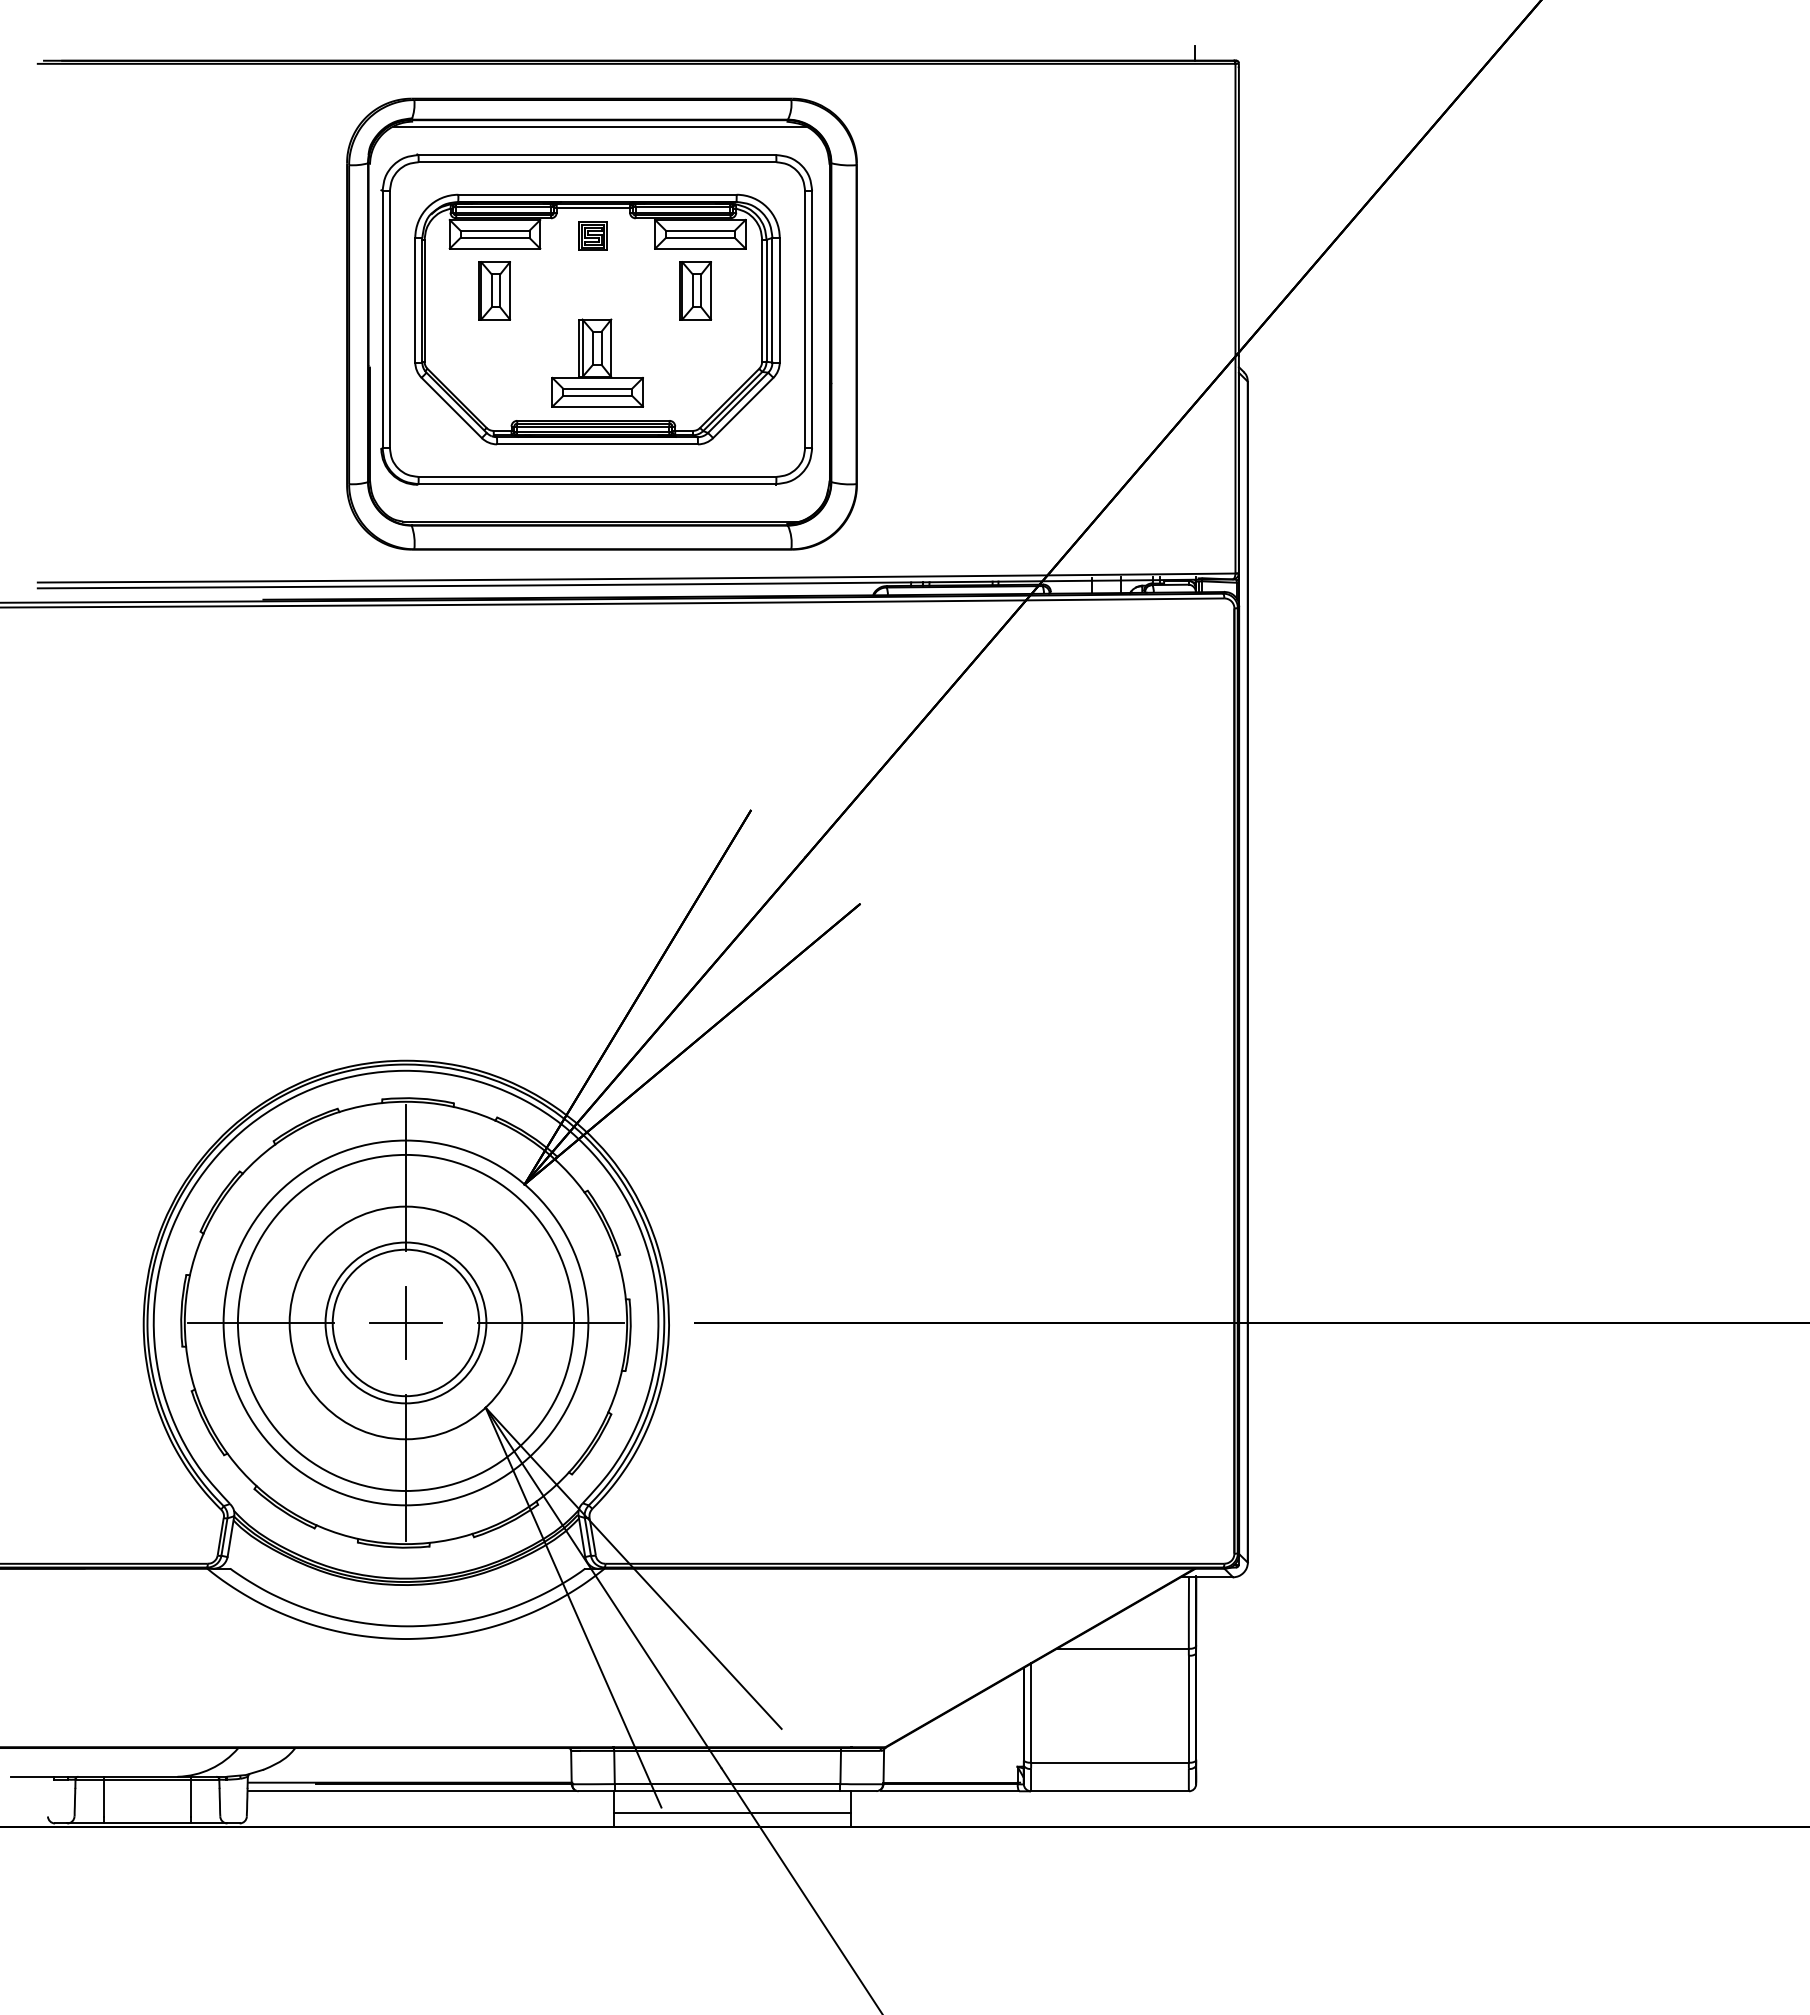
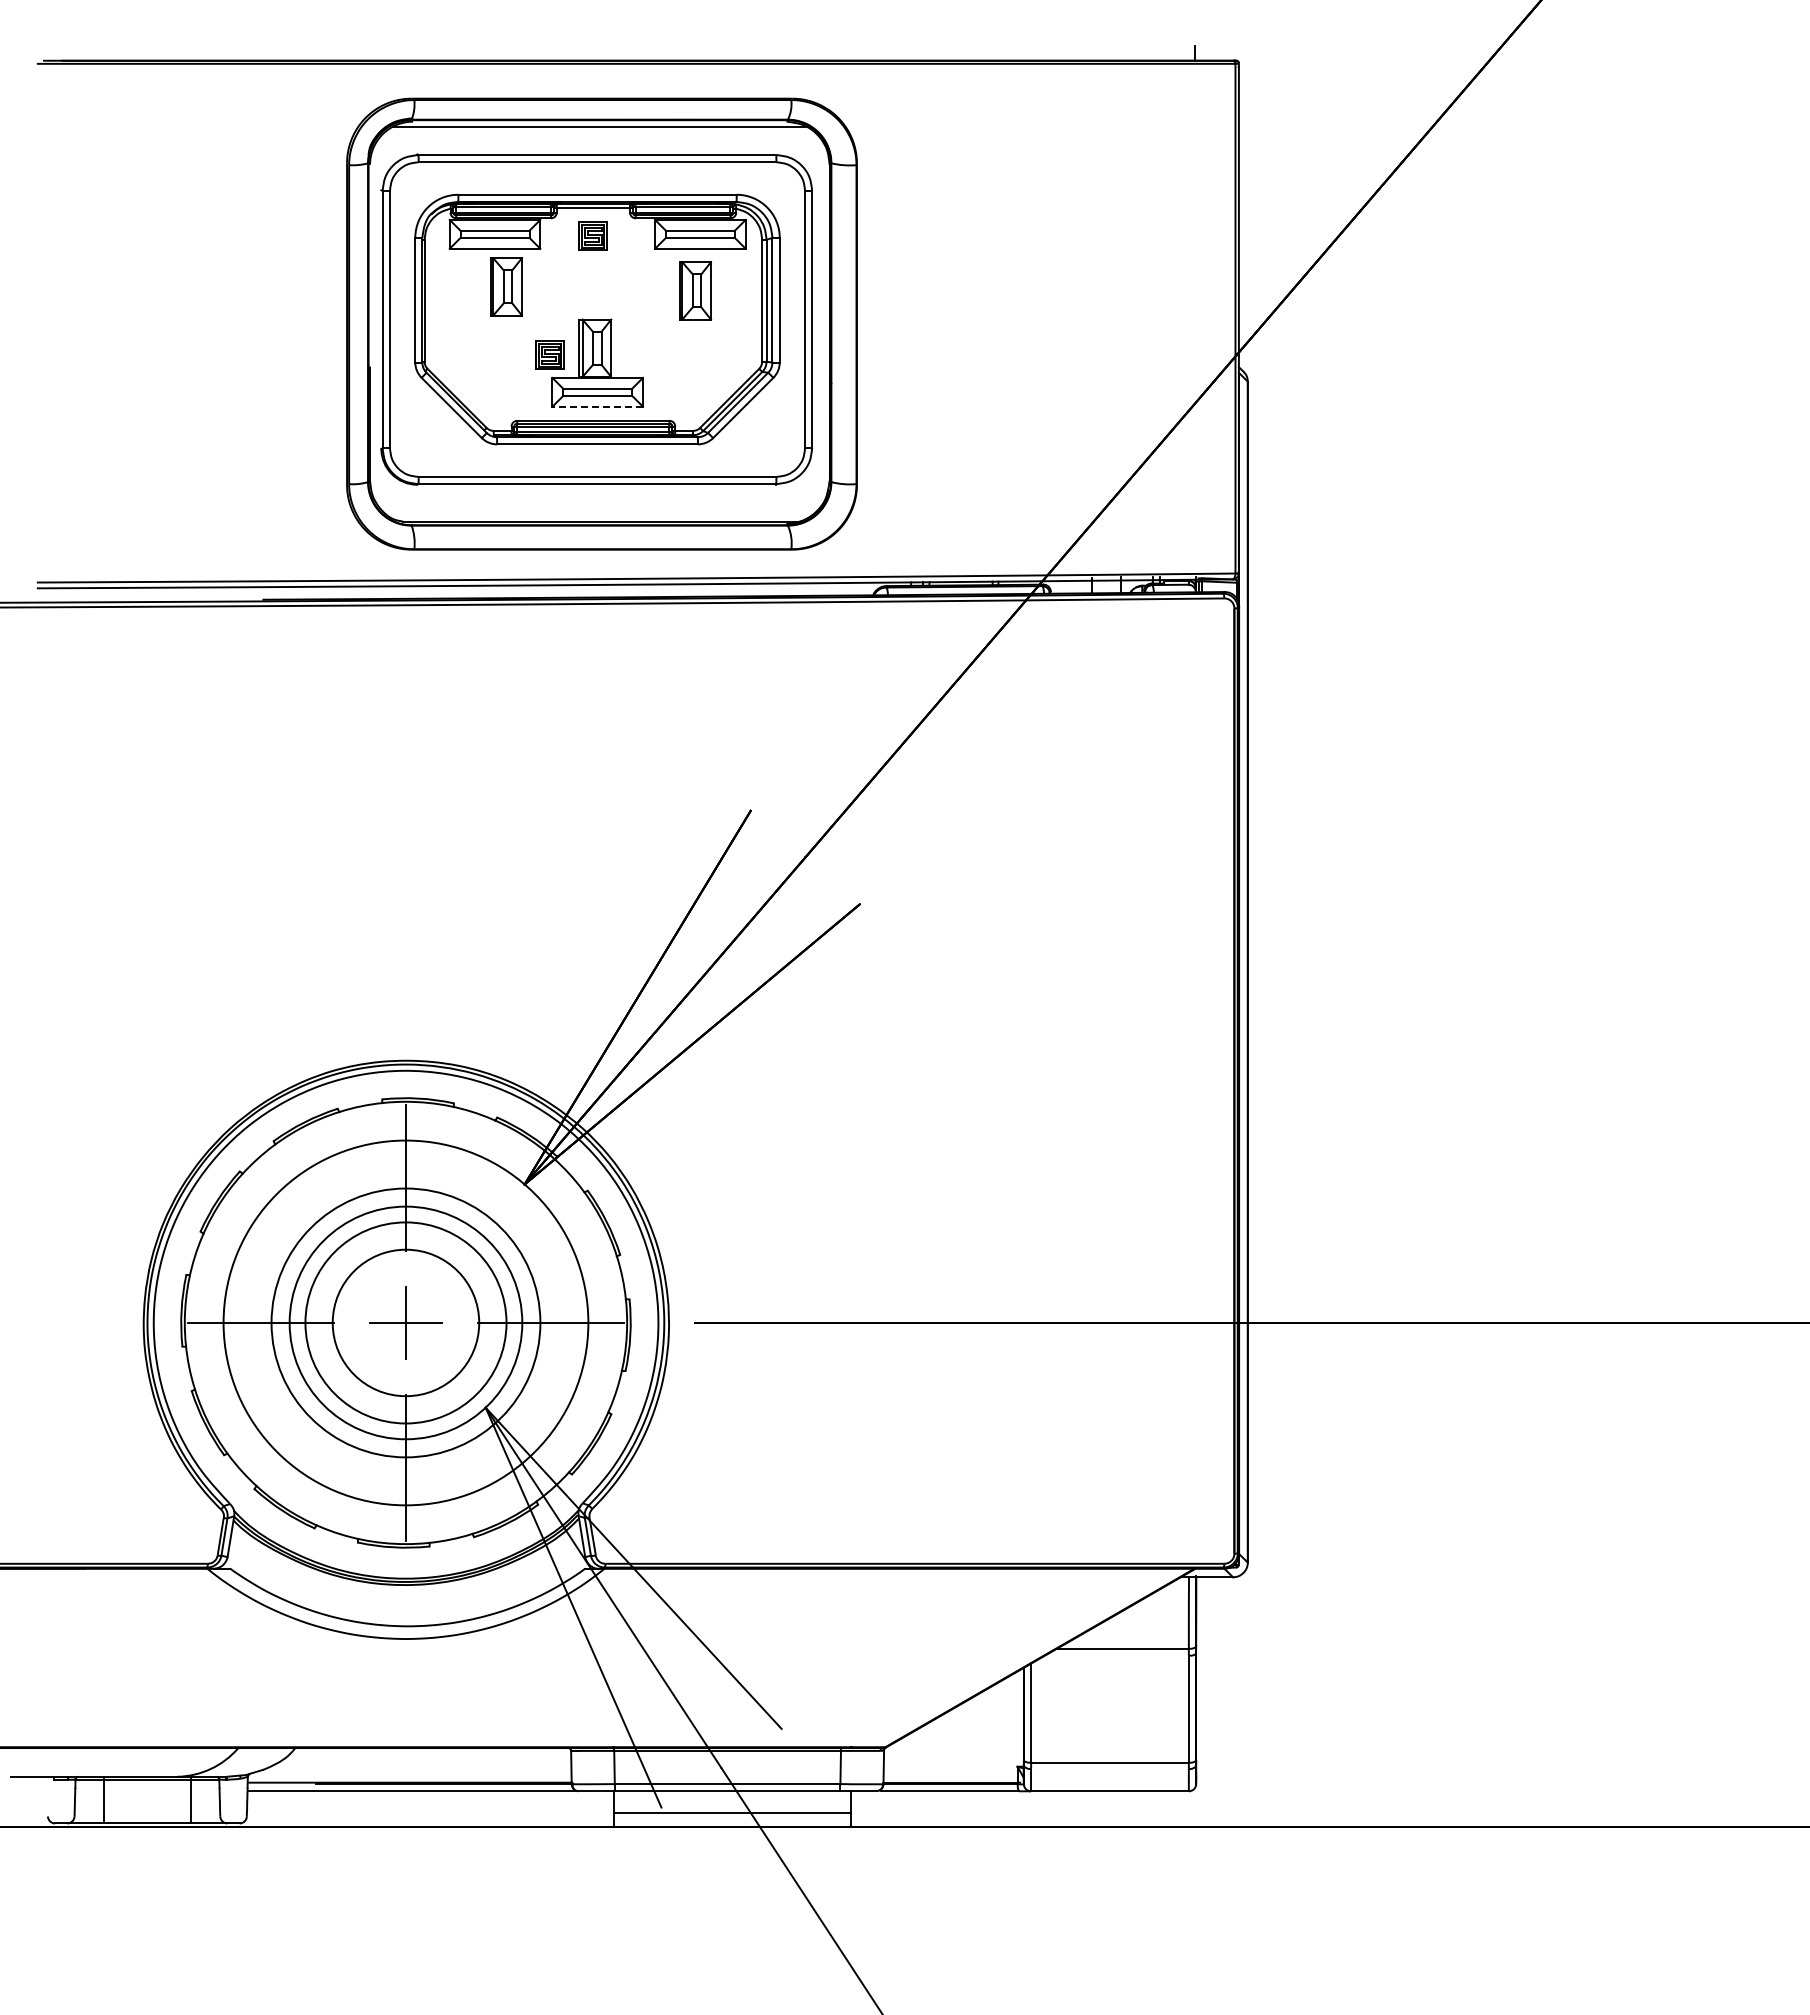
part at (494, 290) position: (494, 290) -> (506, 286)
part at (549, 354): none -> present
line at (597, 406): solid -> dashed
circle at (405, 1322) diameter: 161 px -> 201 px
circle at (405, 1322) diameter: 336 px -> 269 px
